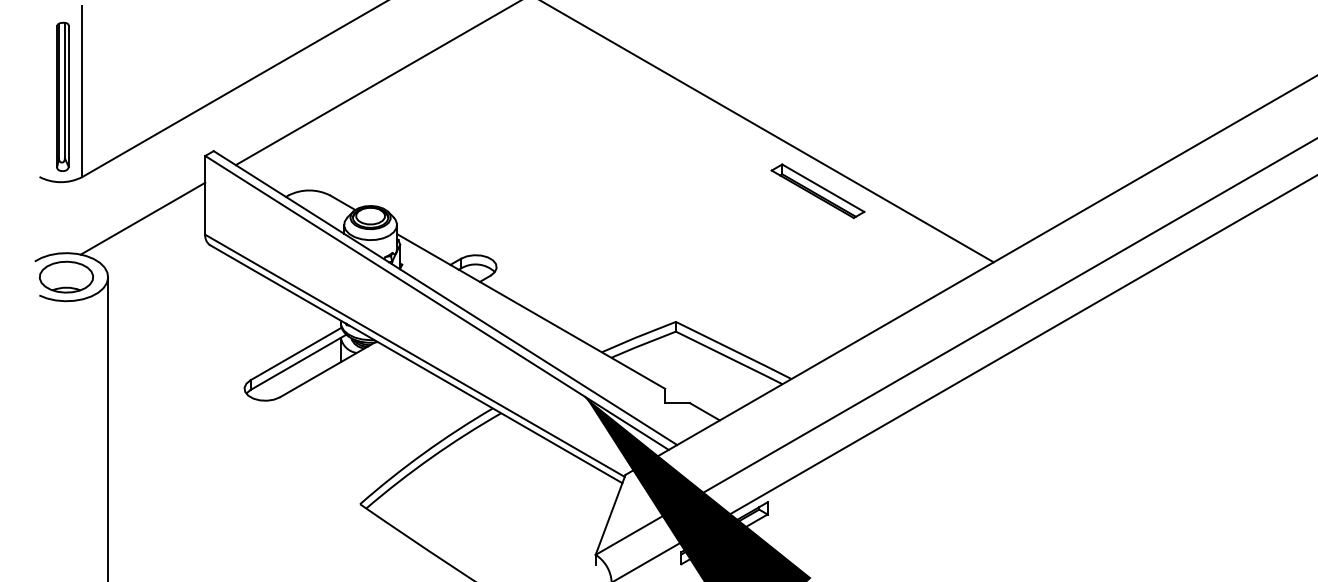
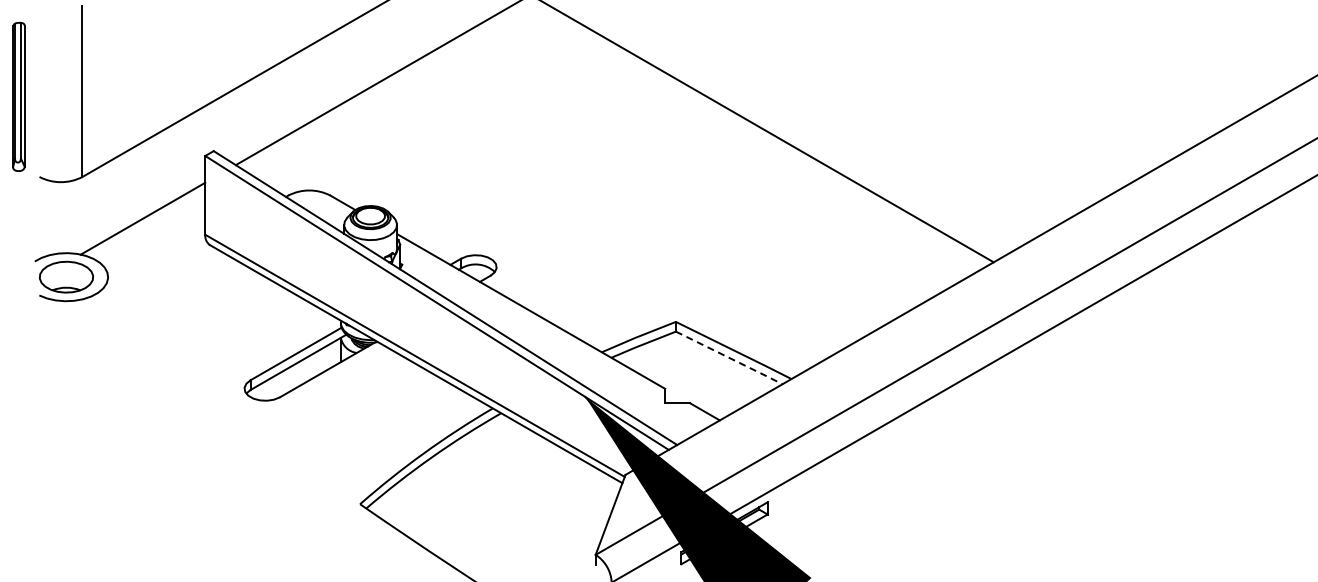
part at (62, 96) position: (62, 96) -> (18, 96)
part at (817, 191): present -> none
line at (730, 358): solid -> dashed
line at (108, 427): present -> none
